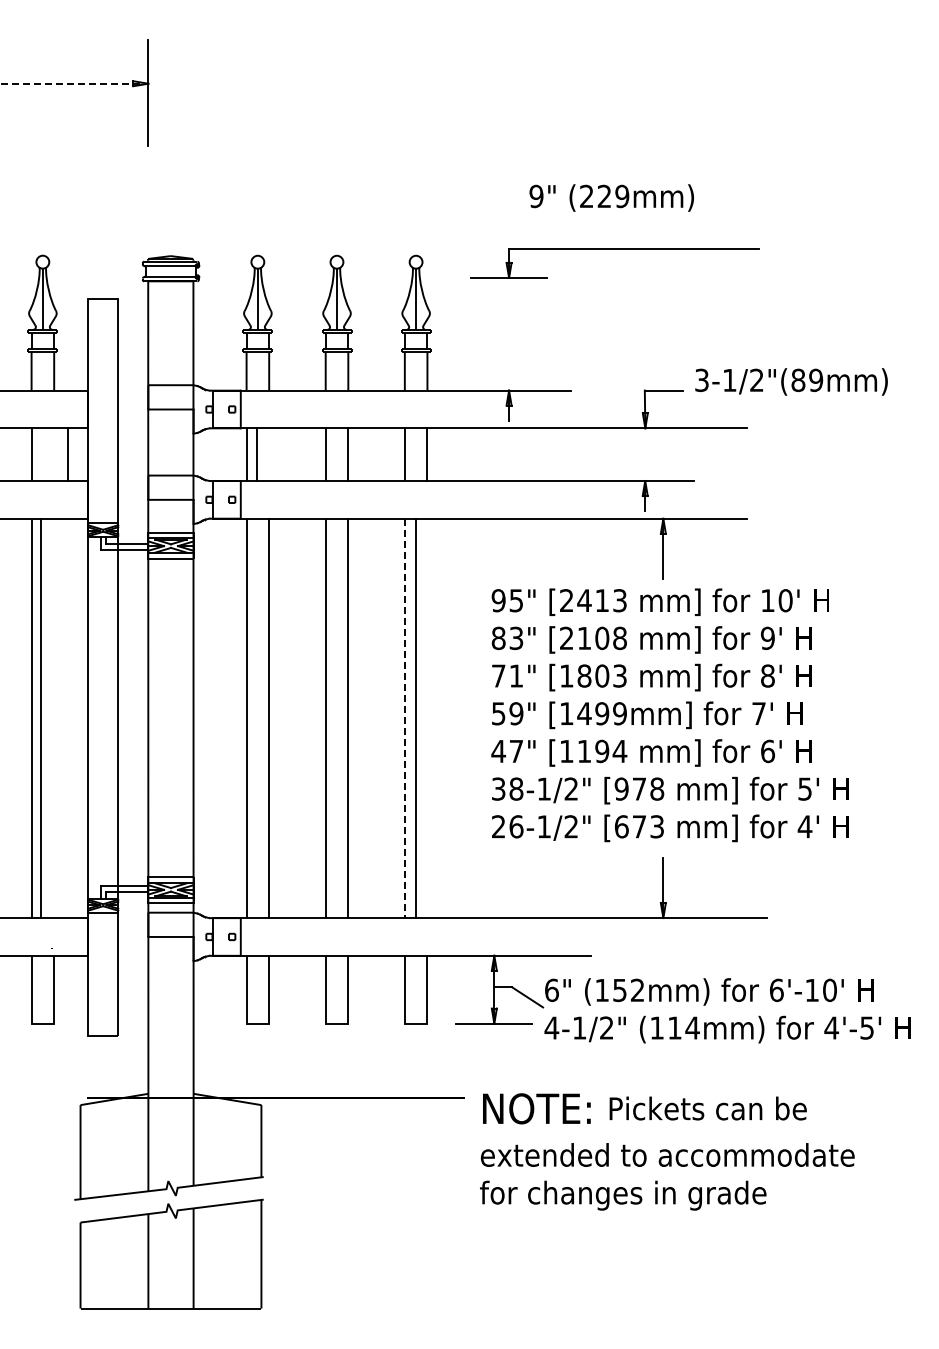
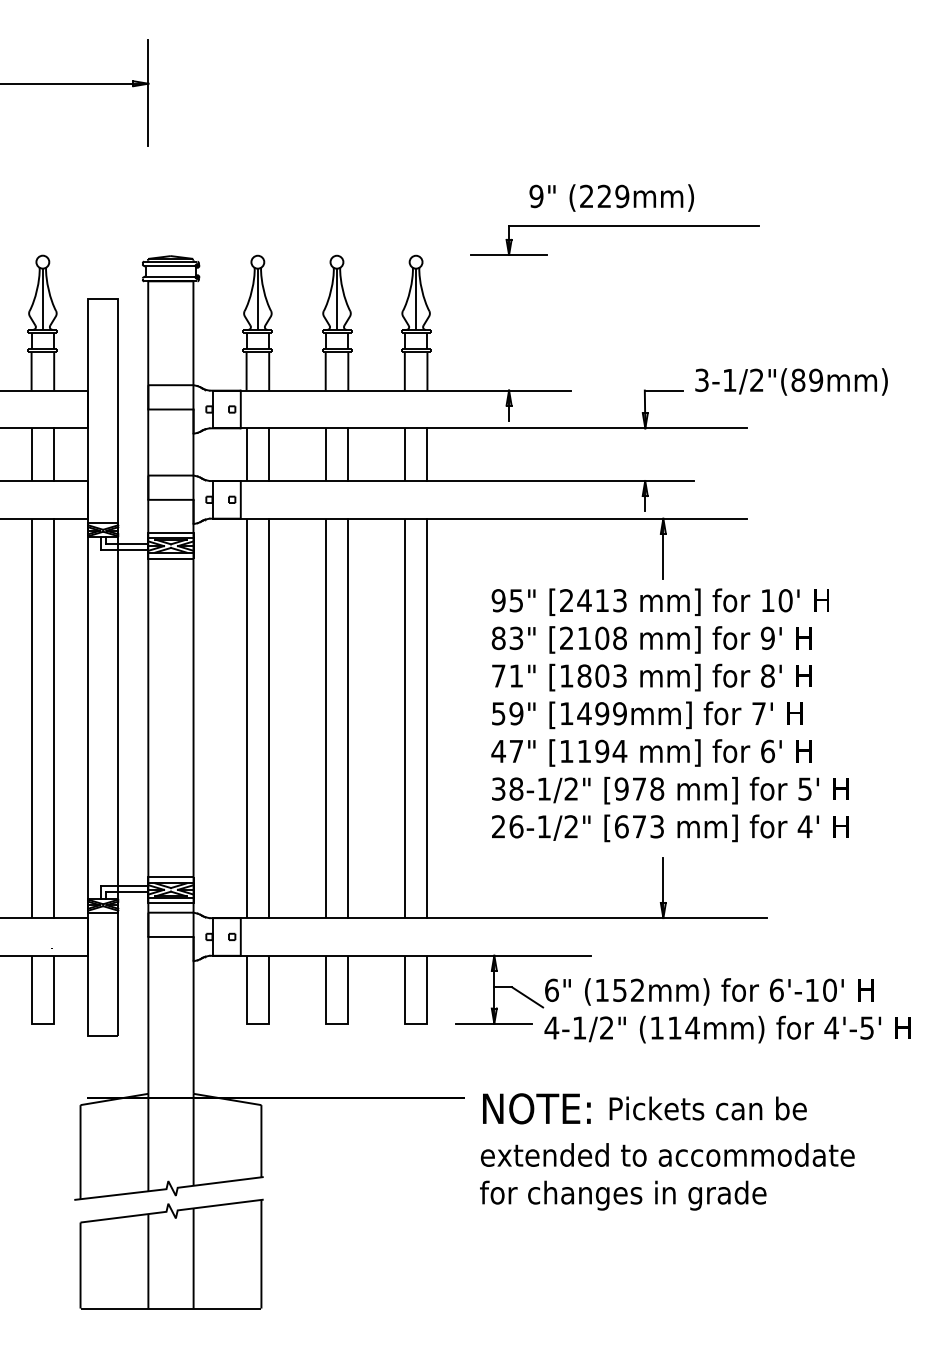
line at (74, 83): dashed -> solid
part at (614, 249) position: (614, 249) -> (614, 226)
line at (68, 454) position: (68, 454) -> (54, 454)
line at (257, 454) position: (257, 454) -> (269, 454)
line at (41, 718) position: (41, 718) -> (54, 718)
line at (404, 718): dashed -> solid
line at (416, 718) position: (416, 718) -> (427, 718)
